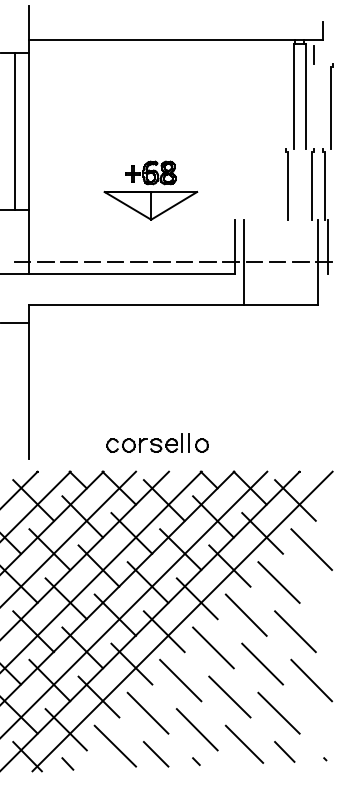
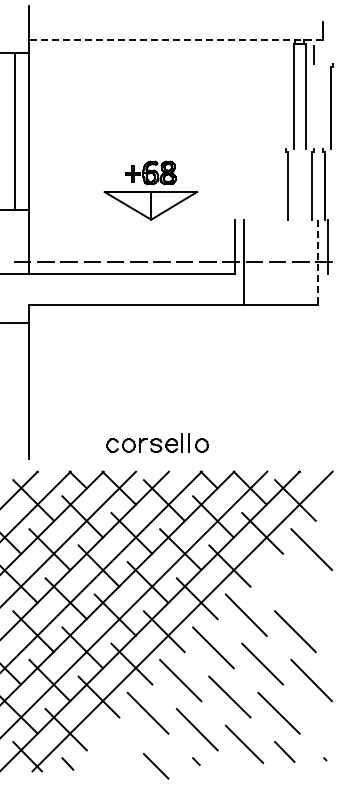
line at (175, 40): solid -> dashed
line at (318, 262): solid -> dashed
line at (278, 582): present -> none
line at (115, 745): present -> none
line at (156, 754) position: (156, 754) -> (156, 766)
